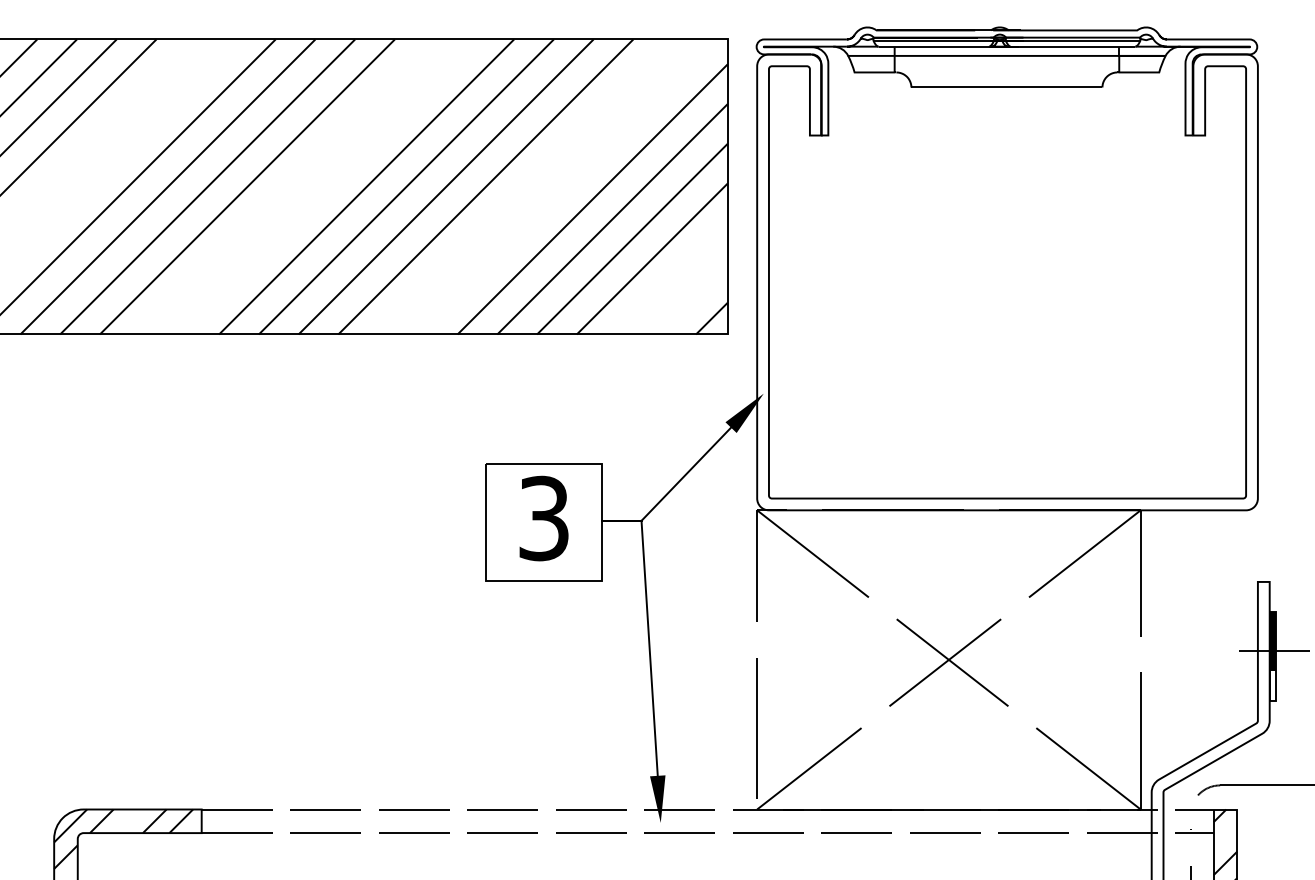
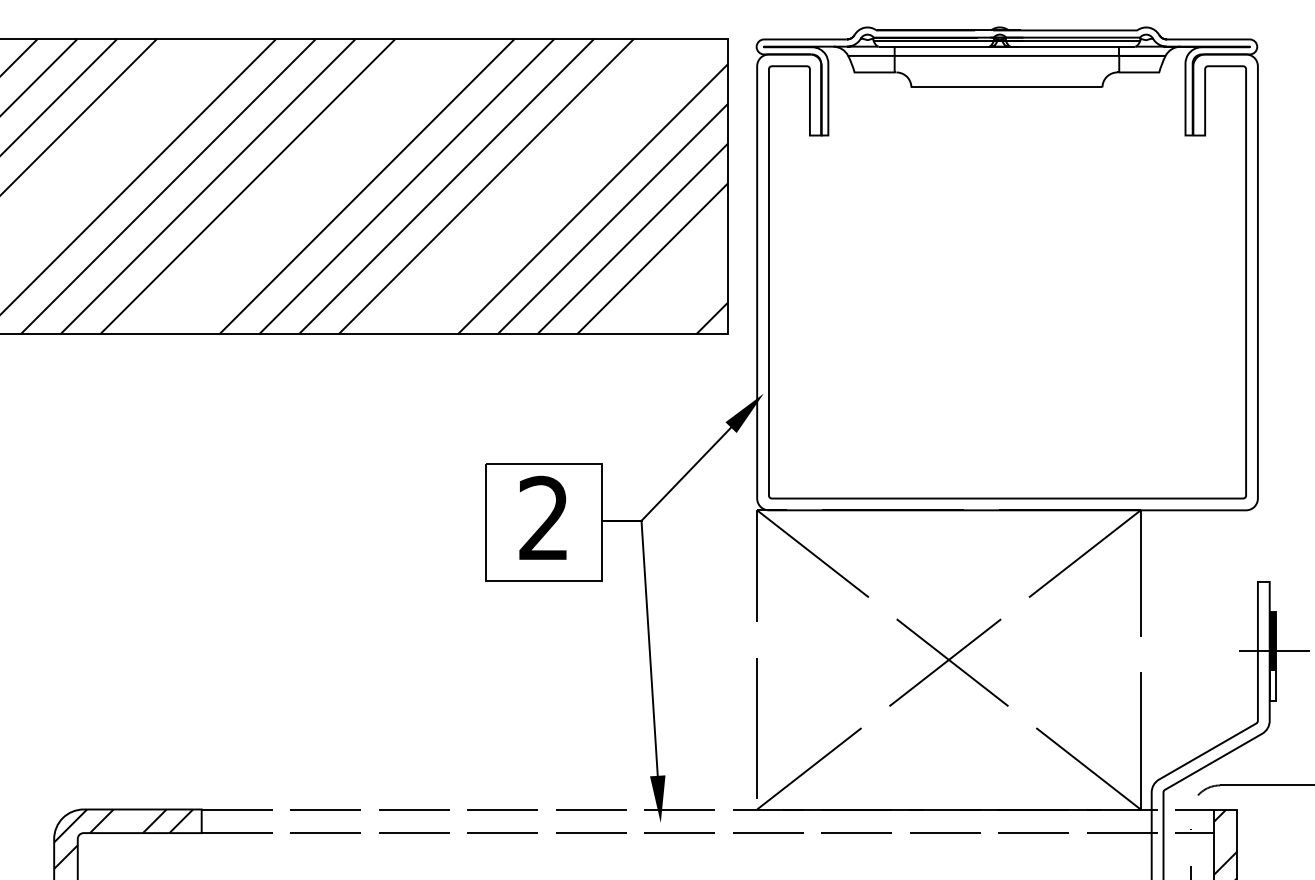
text at (543, 518): 3 -> 2
